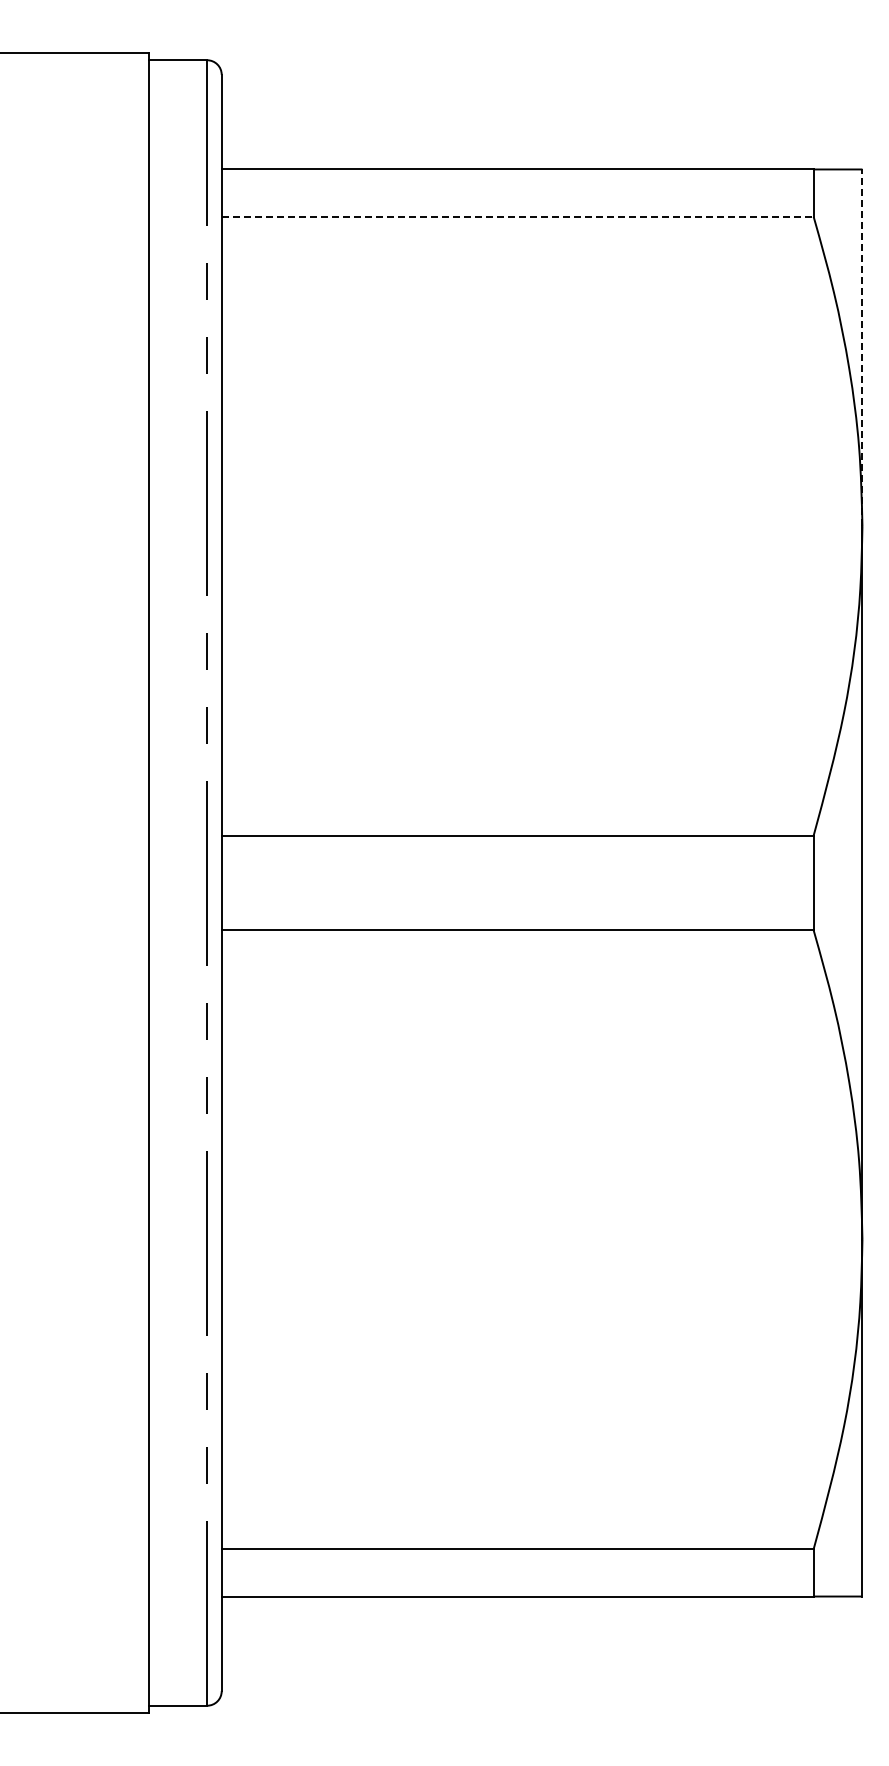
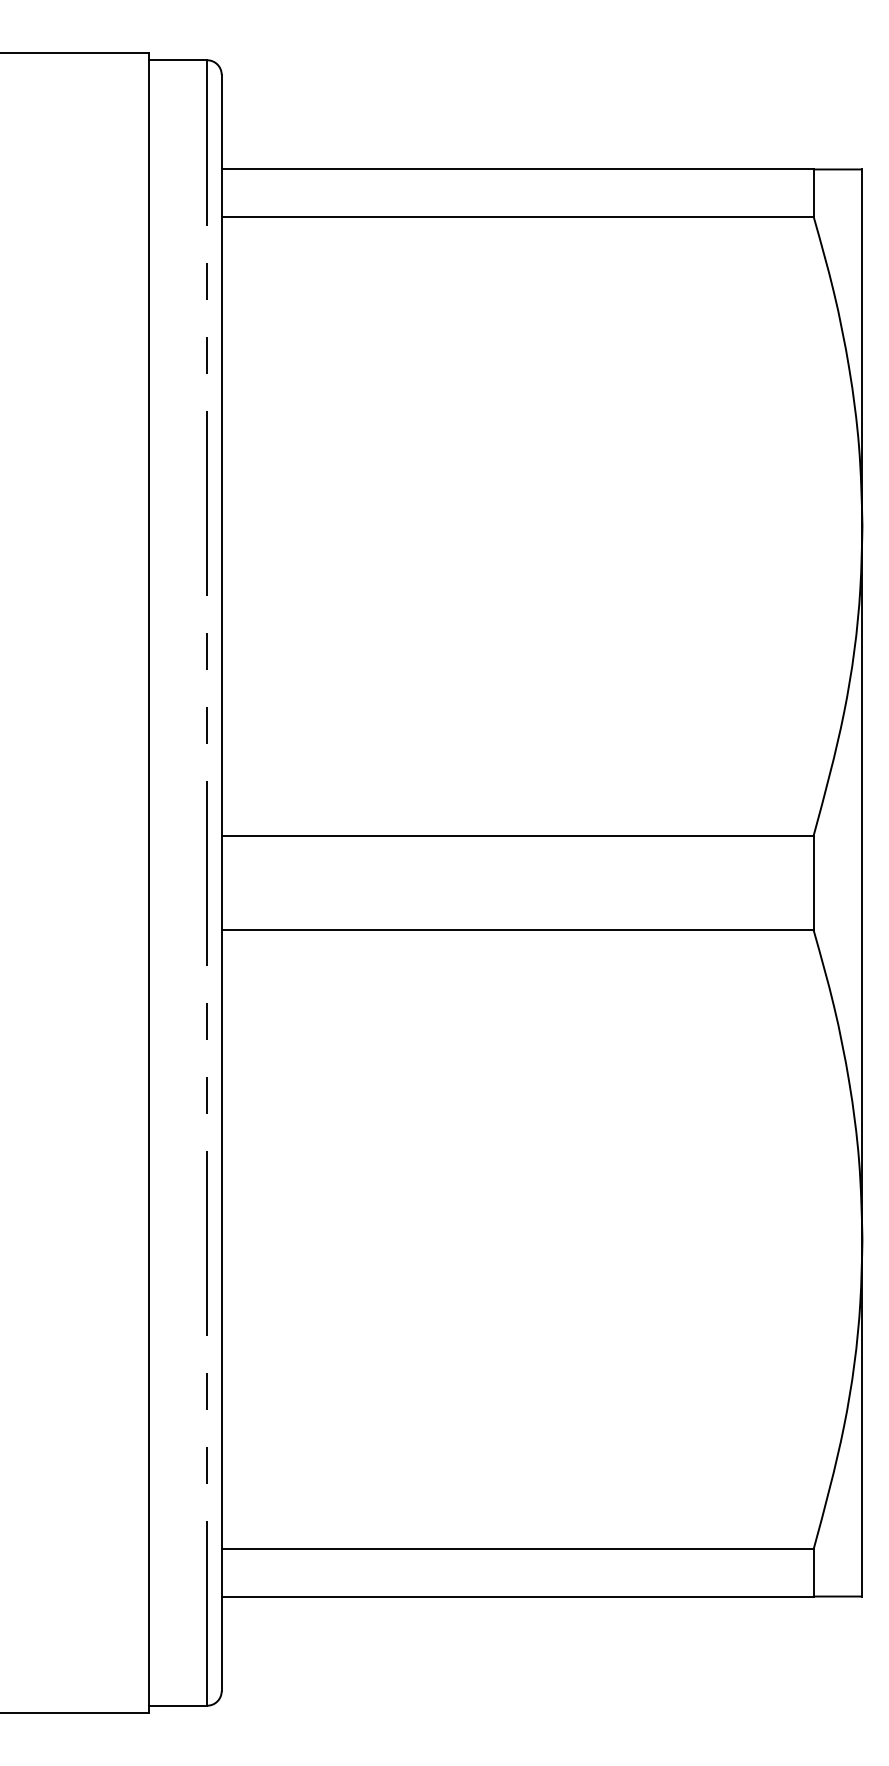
line at (517, 216): dashed -> solid
line at (862, 347): dashed -> solid
